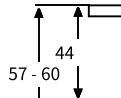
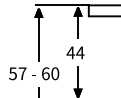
part at (64, 52) position: (64, 52) -> (75, 52)
